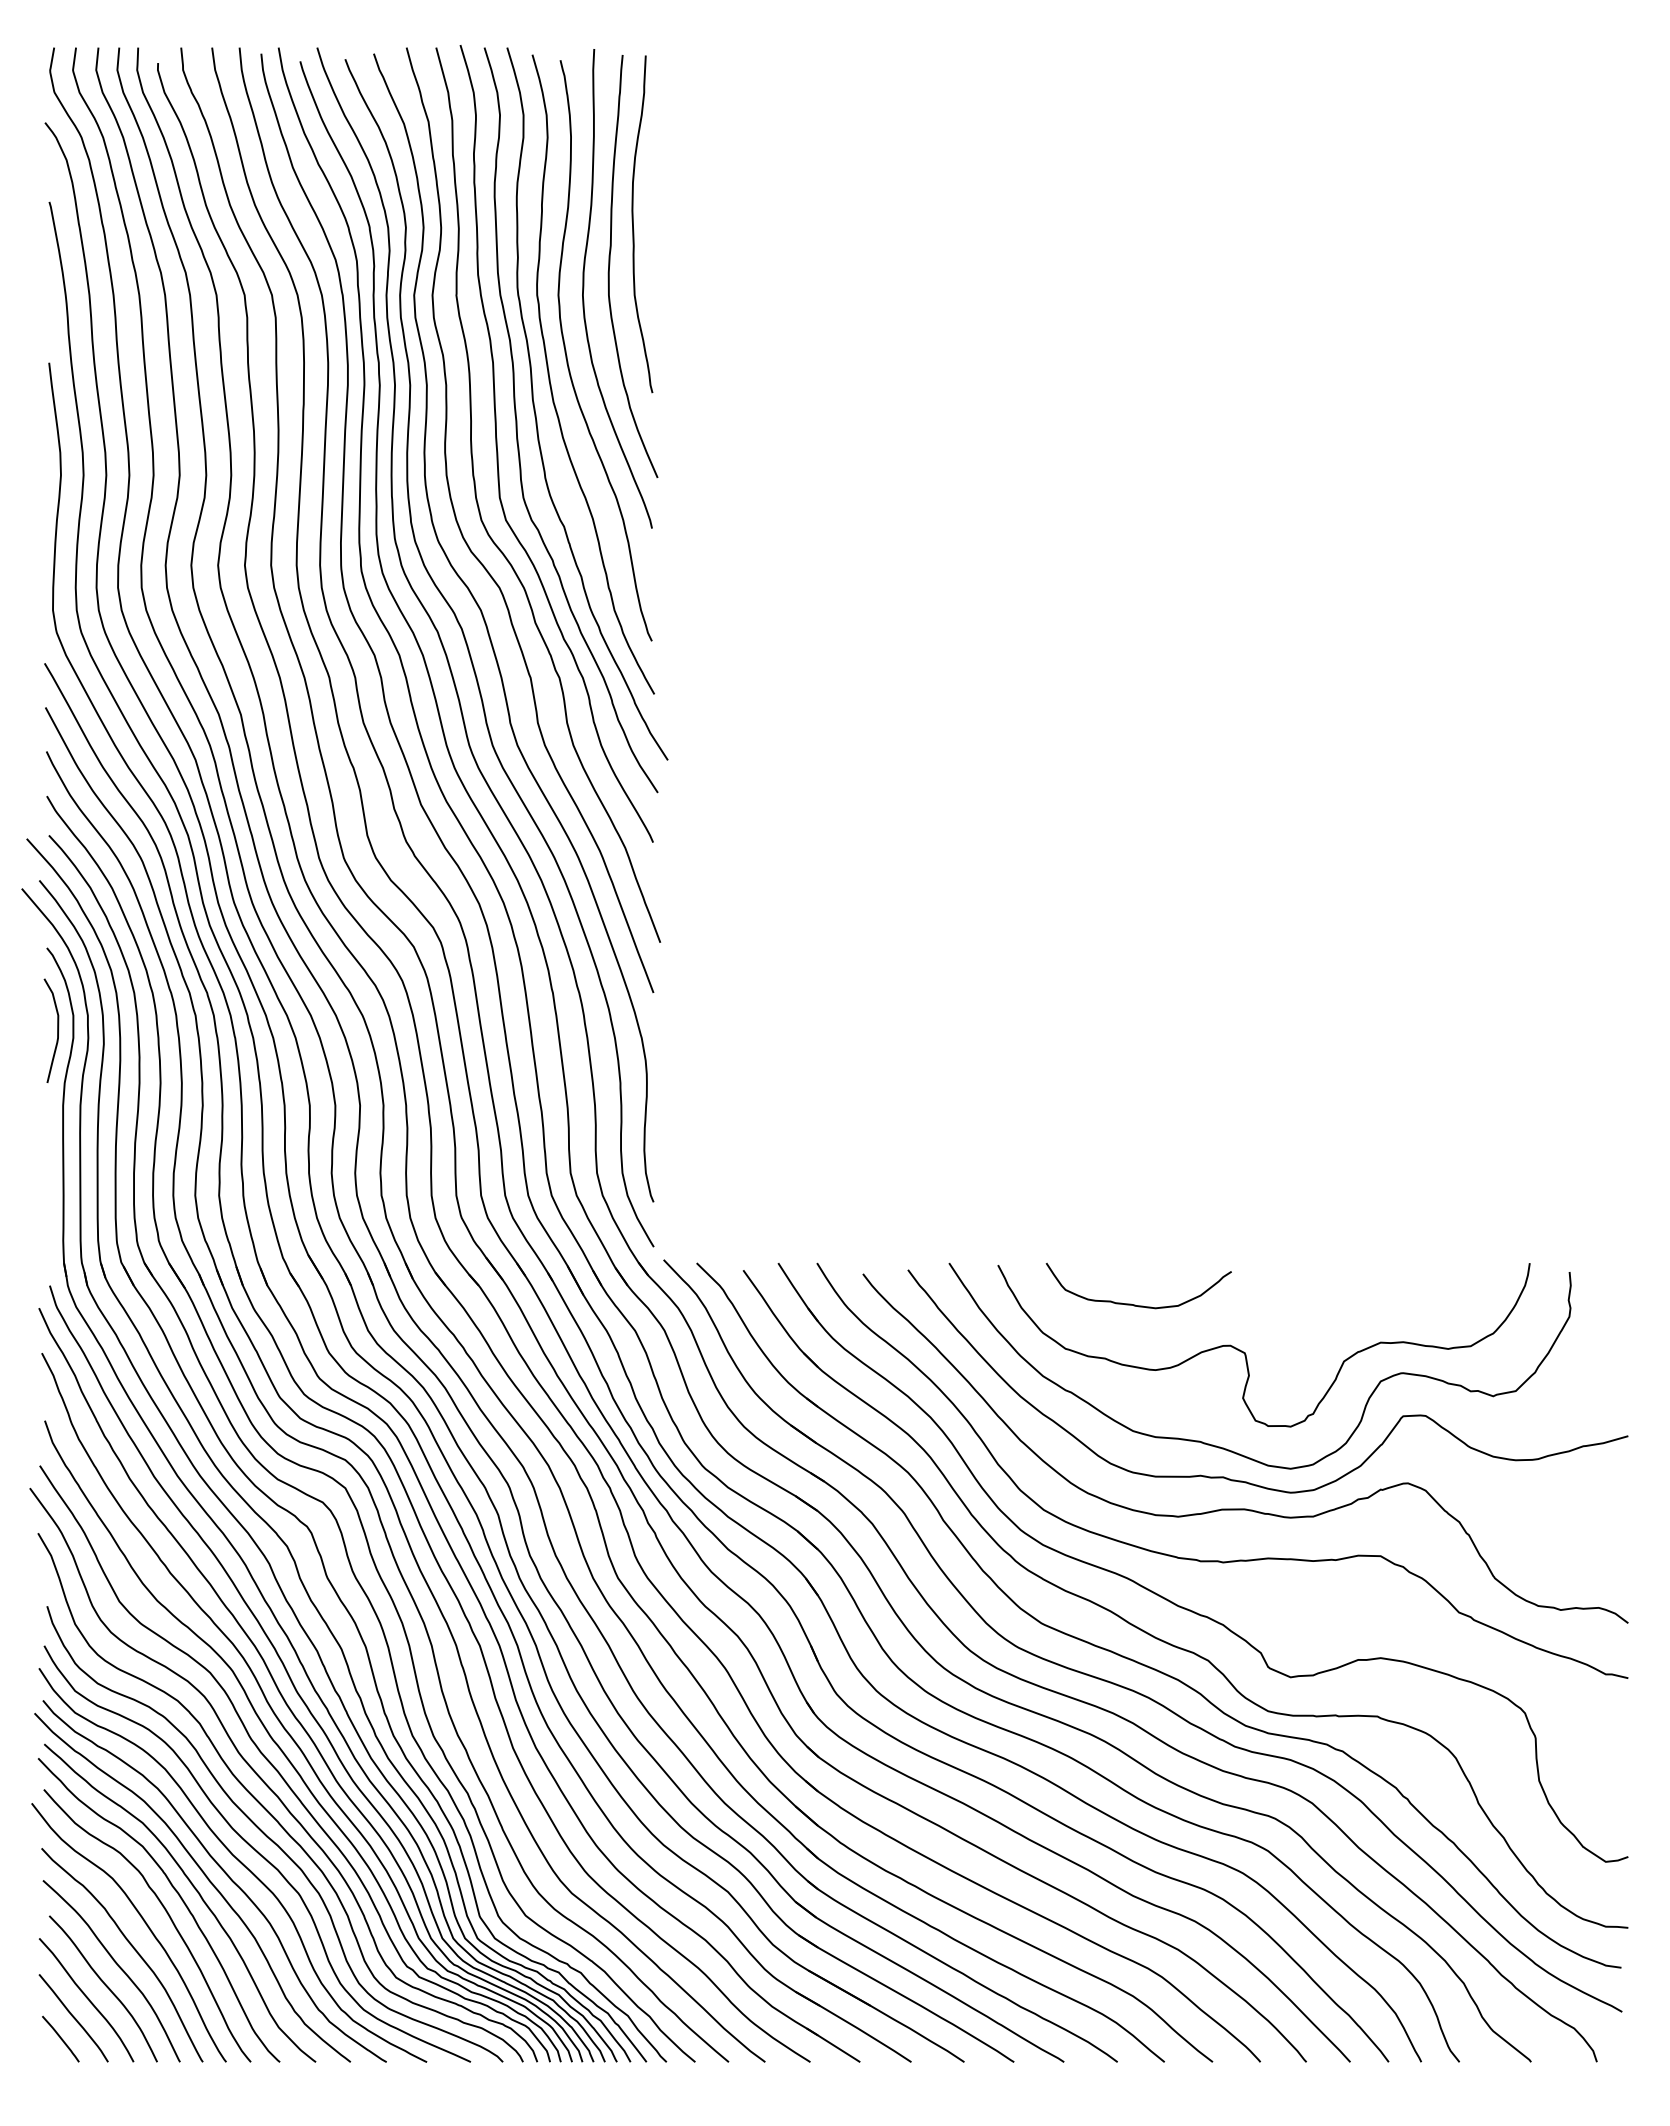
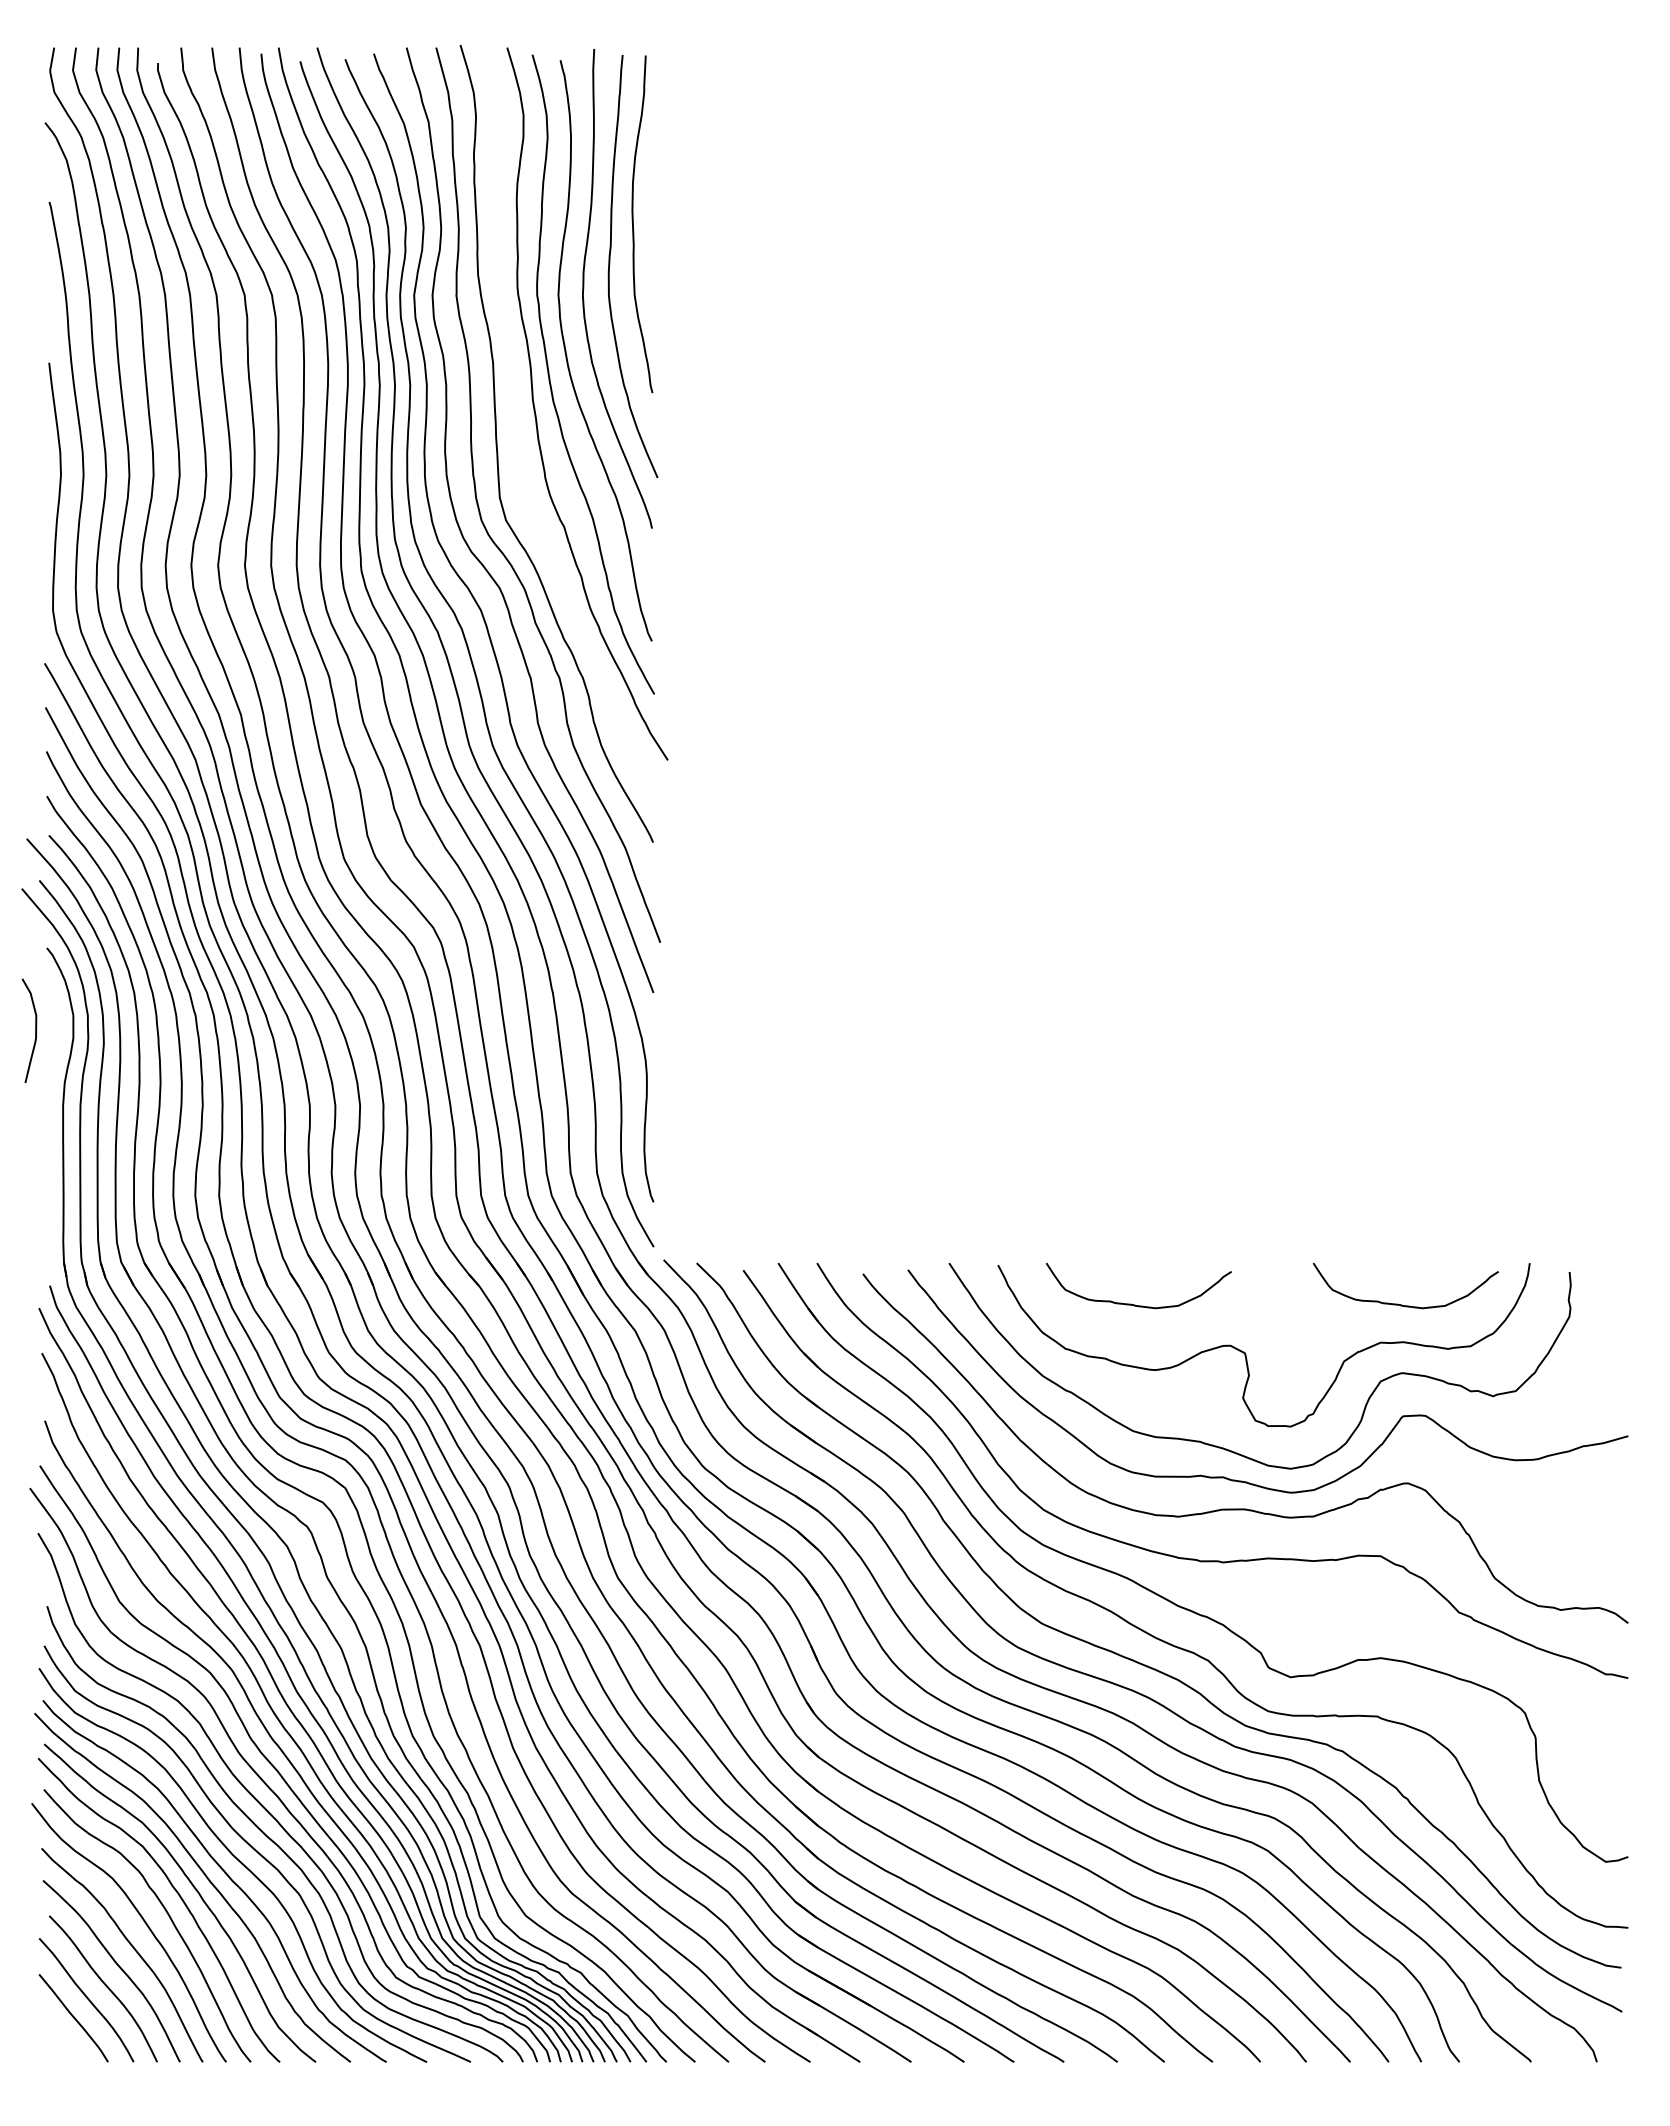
curve at (517, 420): present -> none
curve at (57, 1030) position: (57, 1030) -> (35, 1030)
curve at (1402, 1304): none -> present
line at (60, 2038): present -> none
